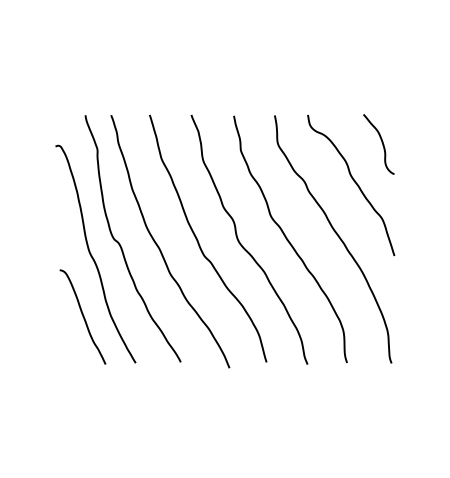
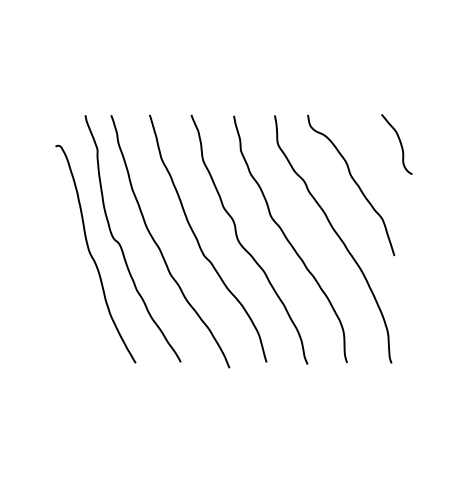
curve at (381, 142) position: (381, 142) -> (399, 142)
curve at (82, 316): present -> none
